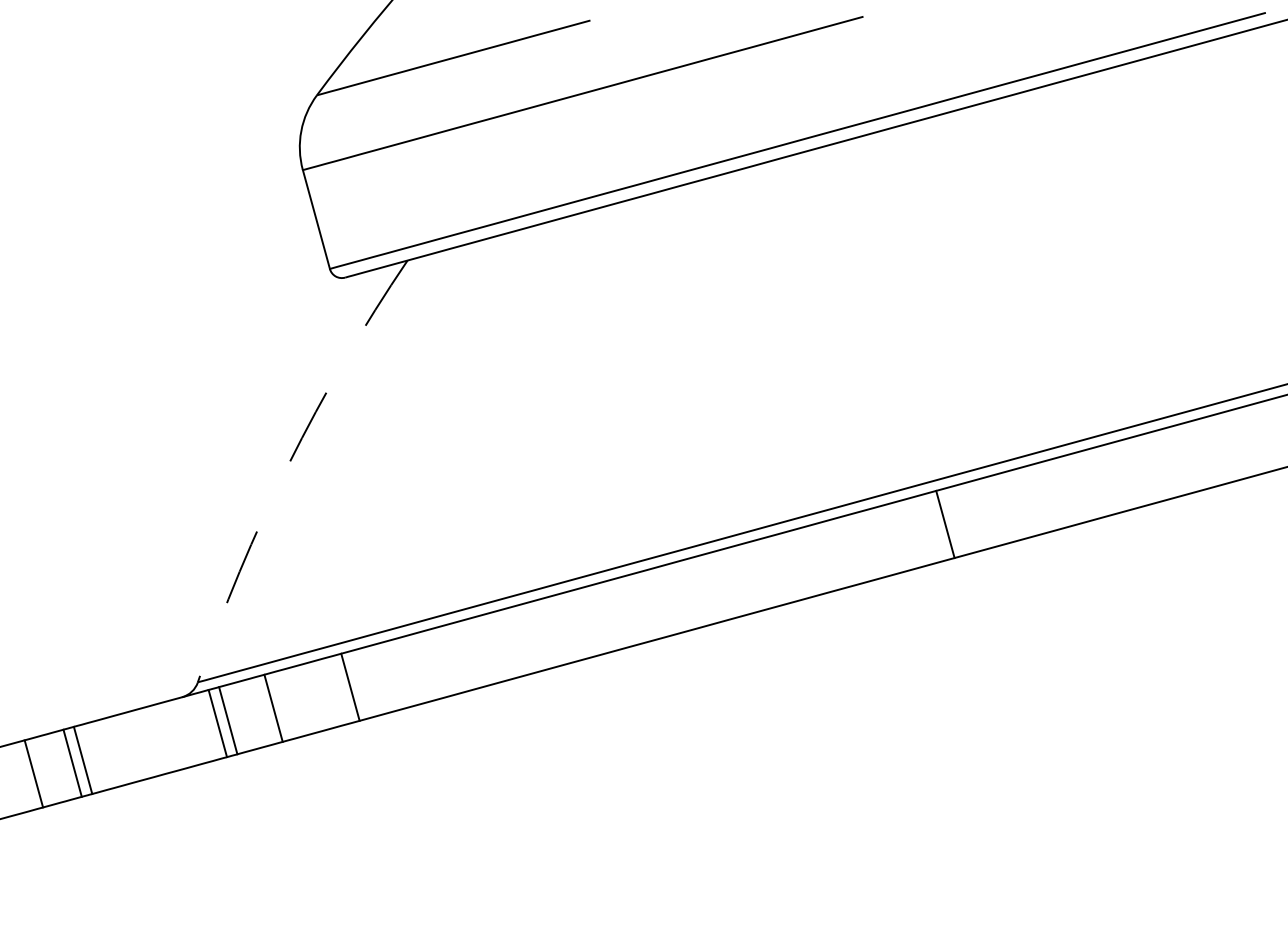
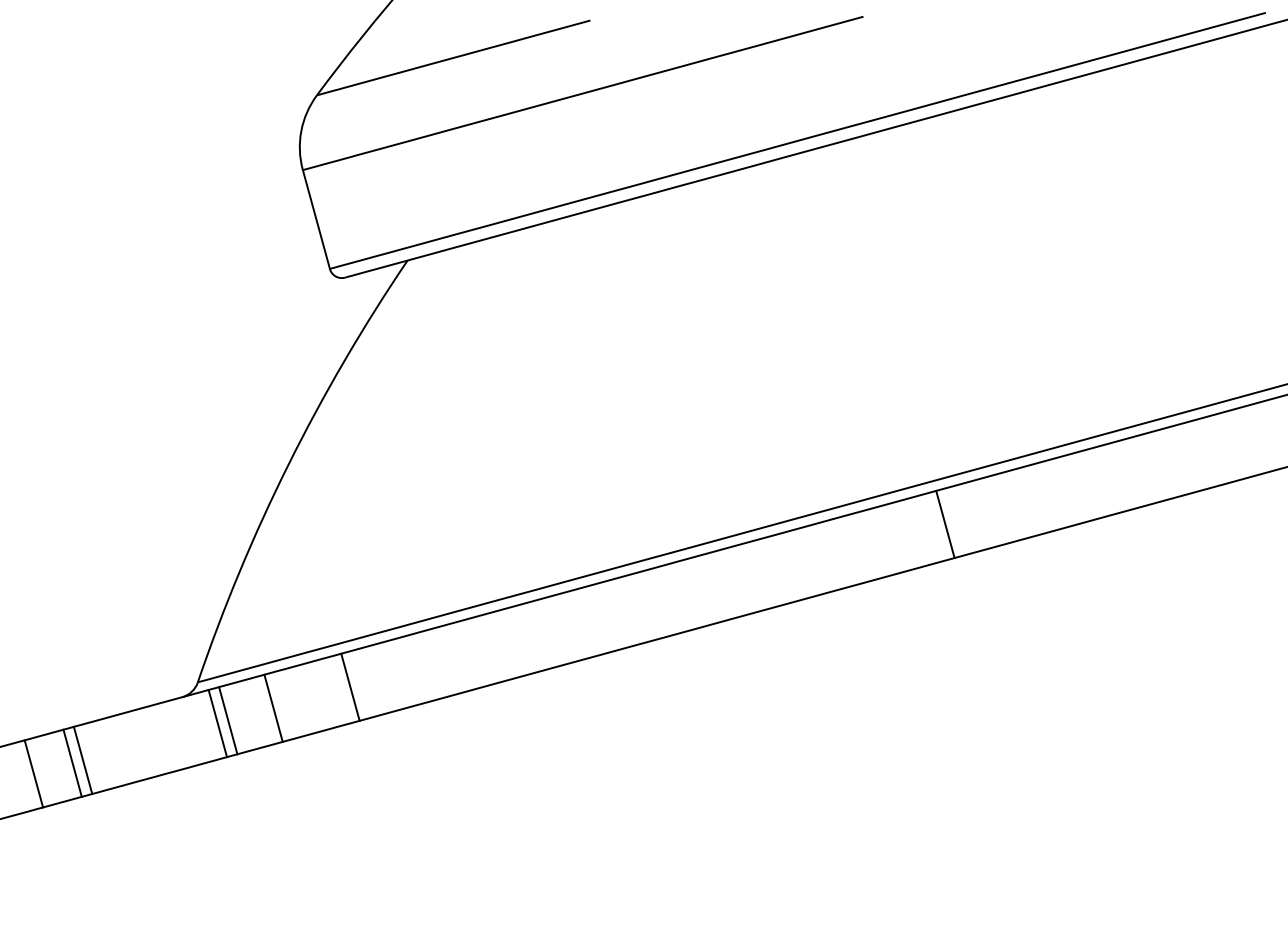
arc at (288, 464): dashed -> solid
